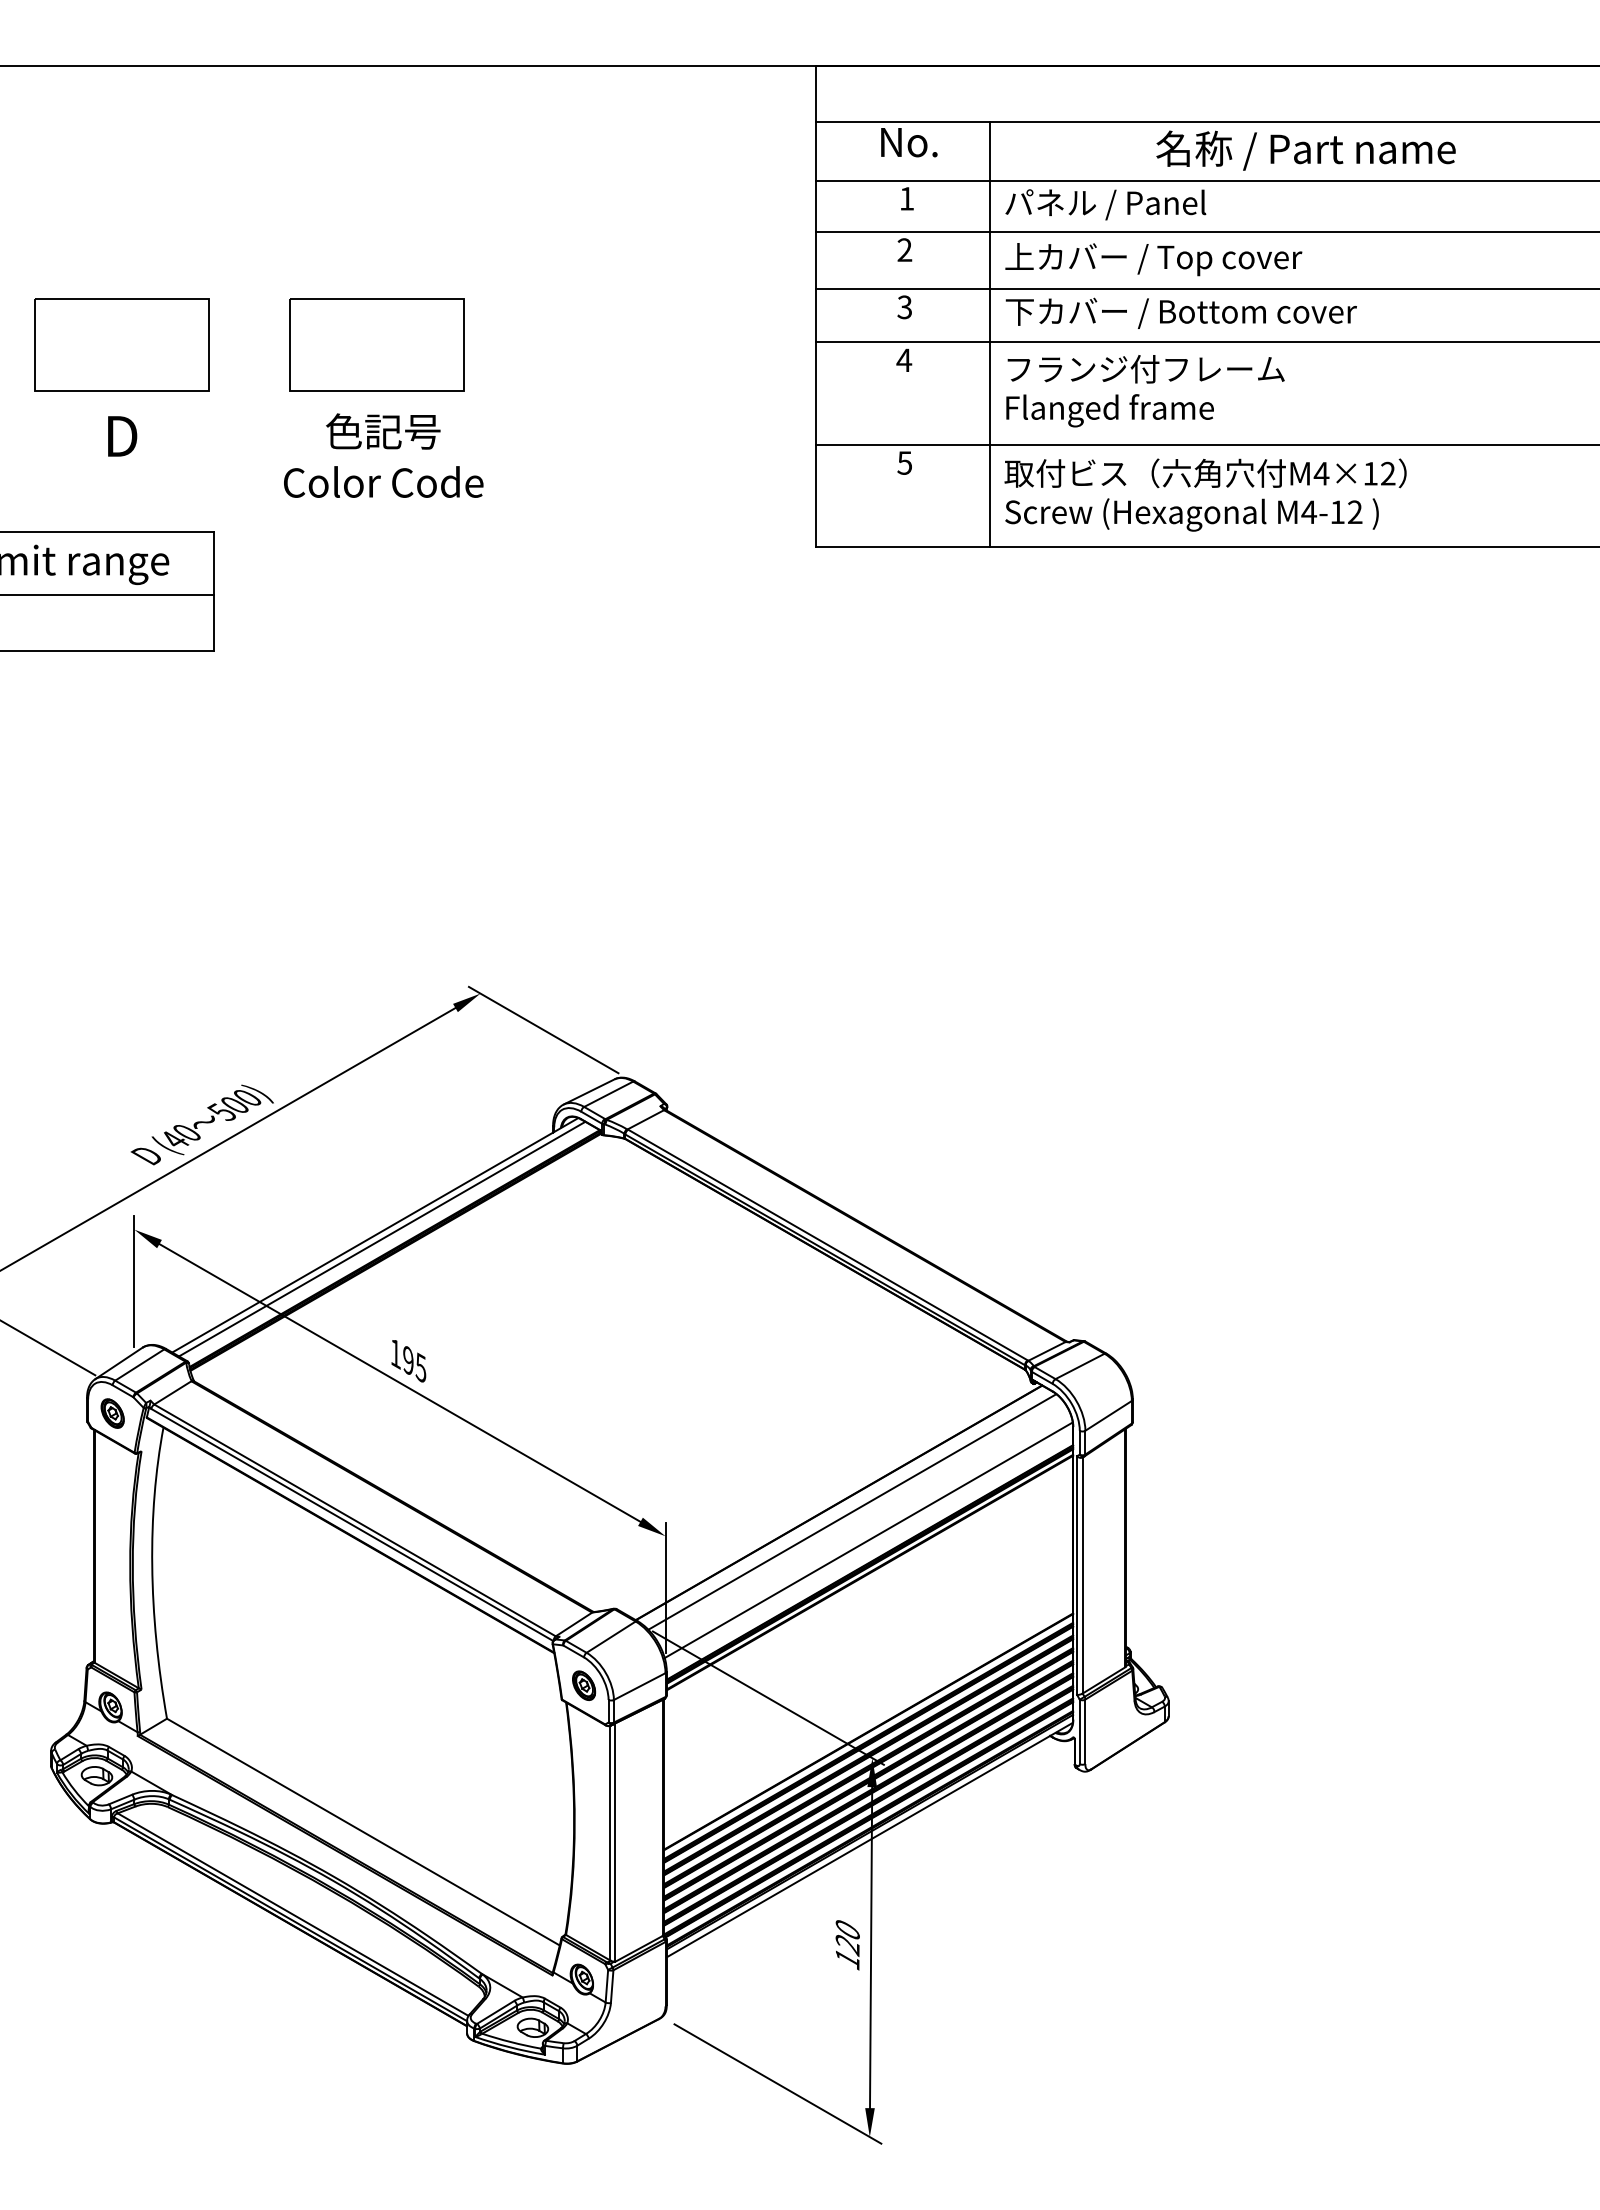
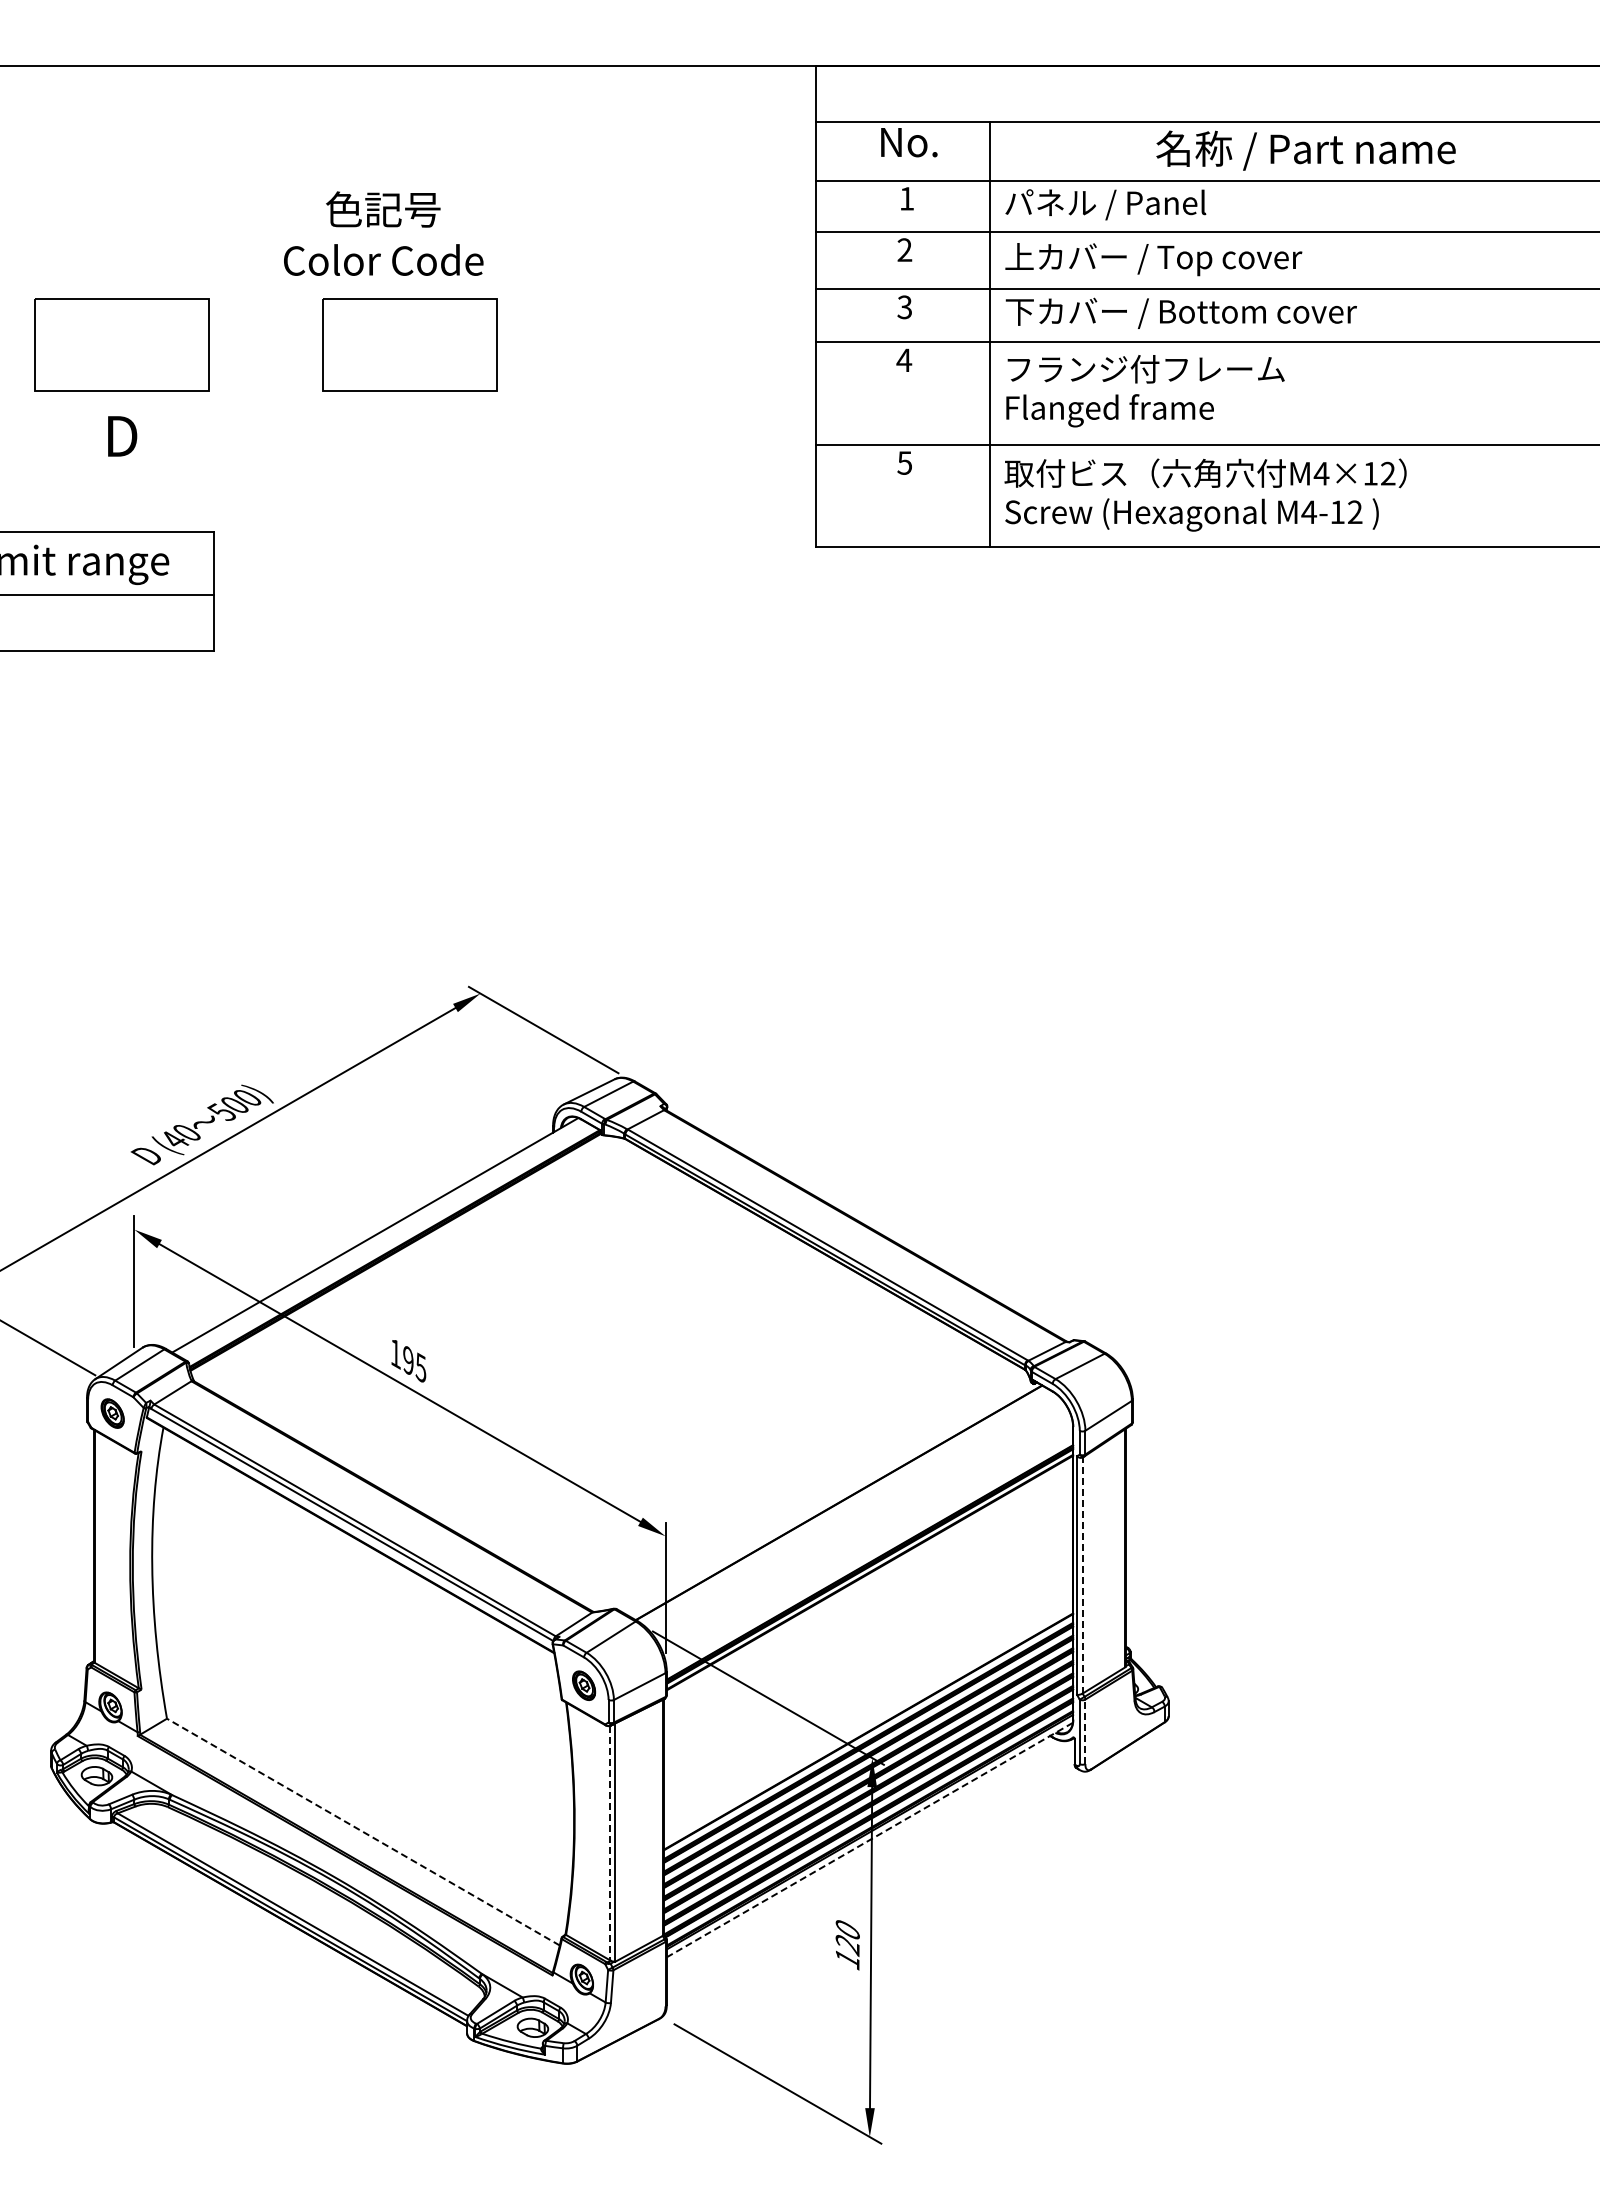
part at (376, 344) position: (376, 344) -> (409, 344)
text at (383, 455) position: (383, 455) -> (383, 233)
line at (382, 1238): present -> none
line at (852, 1511): present -> none
line at (868, 1540): present -> none
line at (1082, 1574): solid -> dashed
line at (1085, 1731): solid -> dashed
line at (363, 1832): solid -> dashed
line at (869, 1840): solid -> dashed
line at (610, 1843): solid -> dashed
